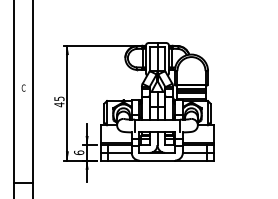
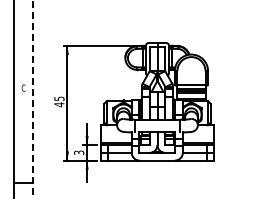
line at (33, 99): solid -> dashed
text at (79, 152): 6 -> 3
